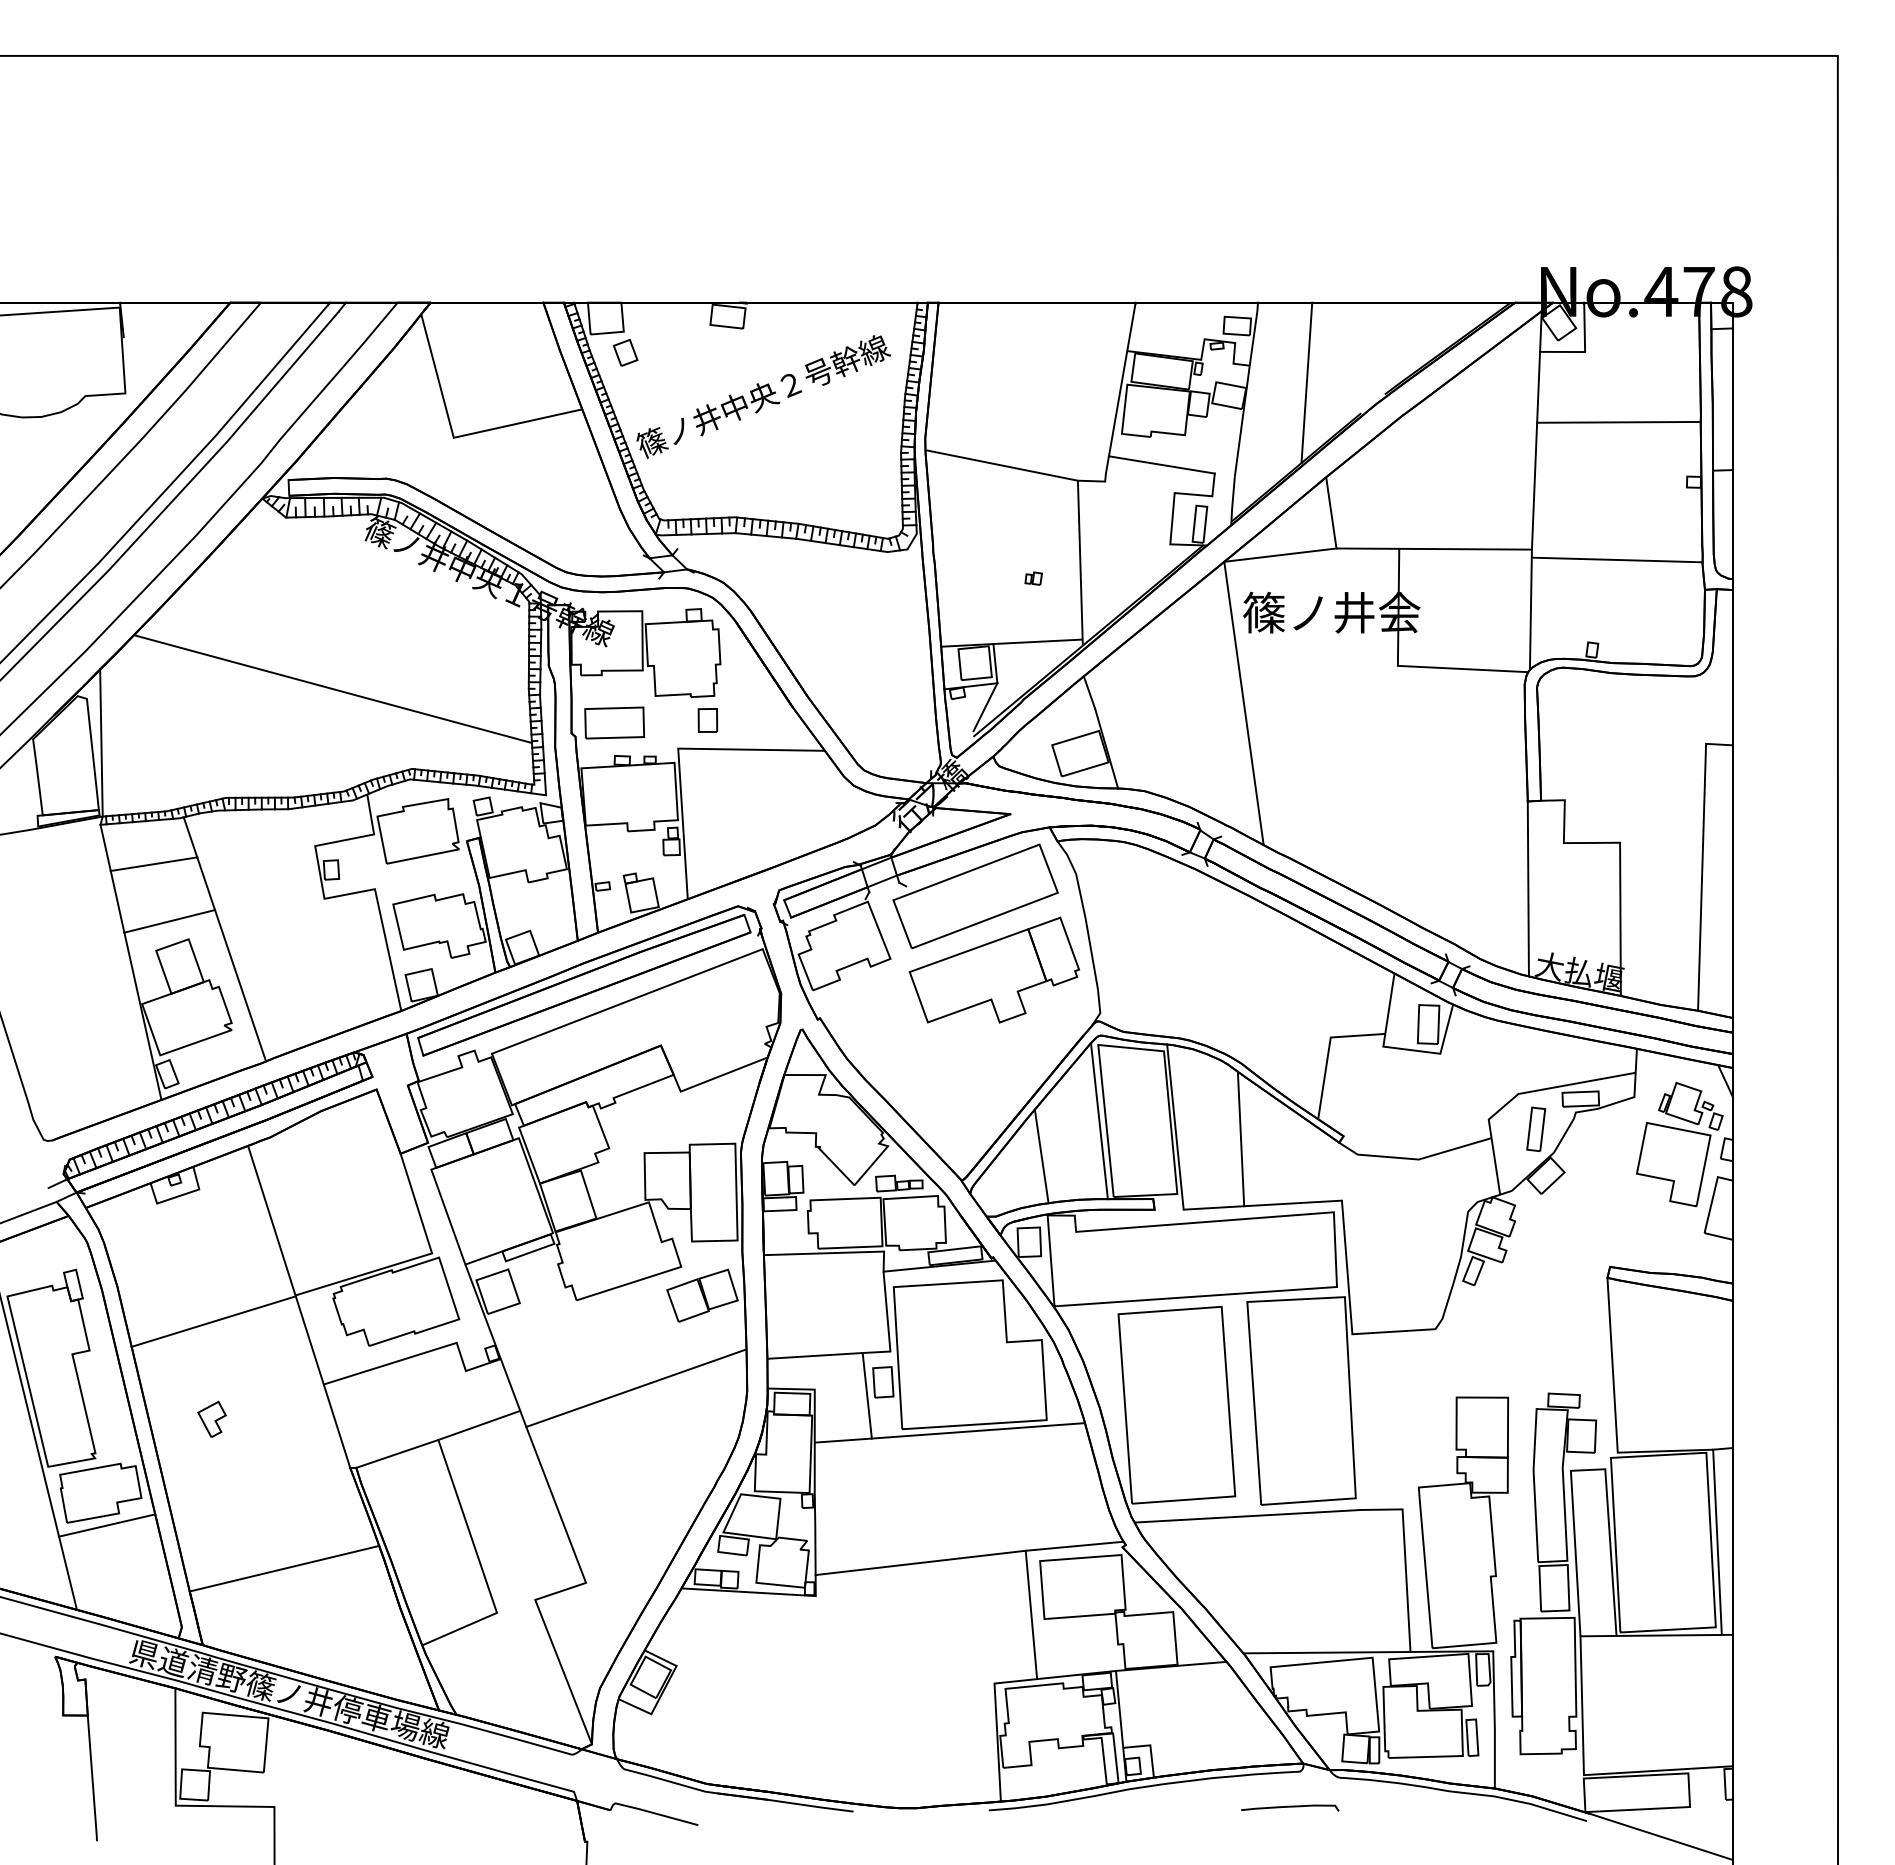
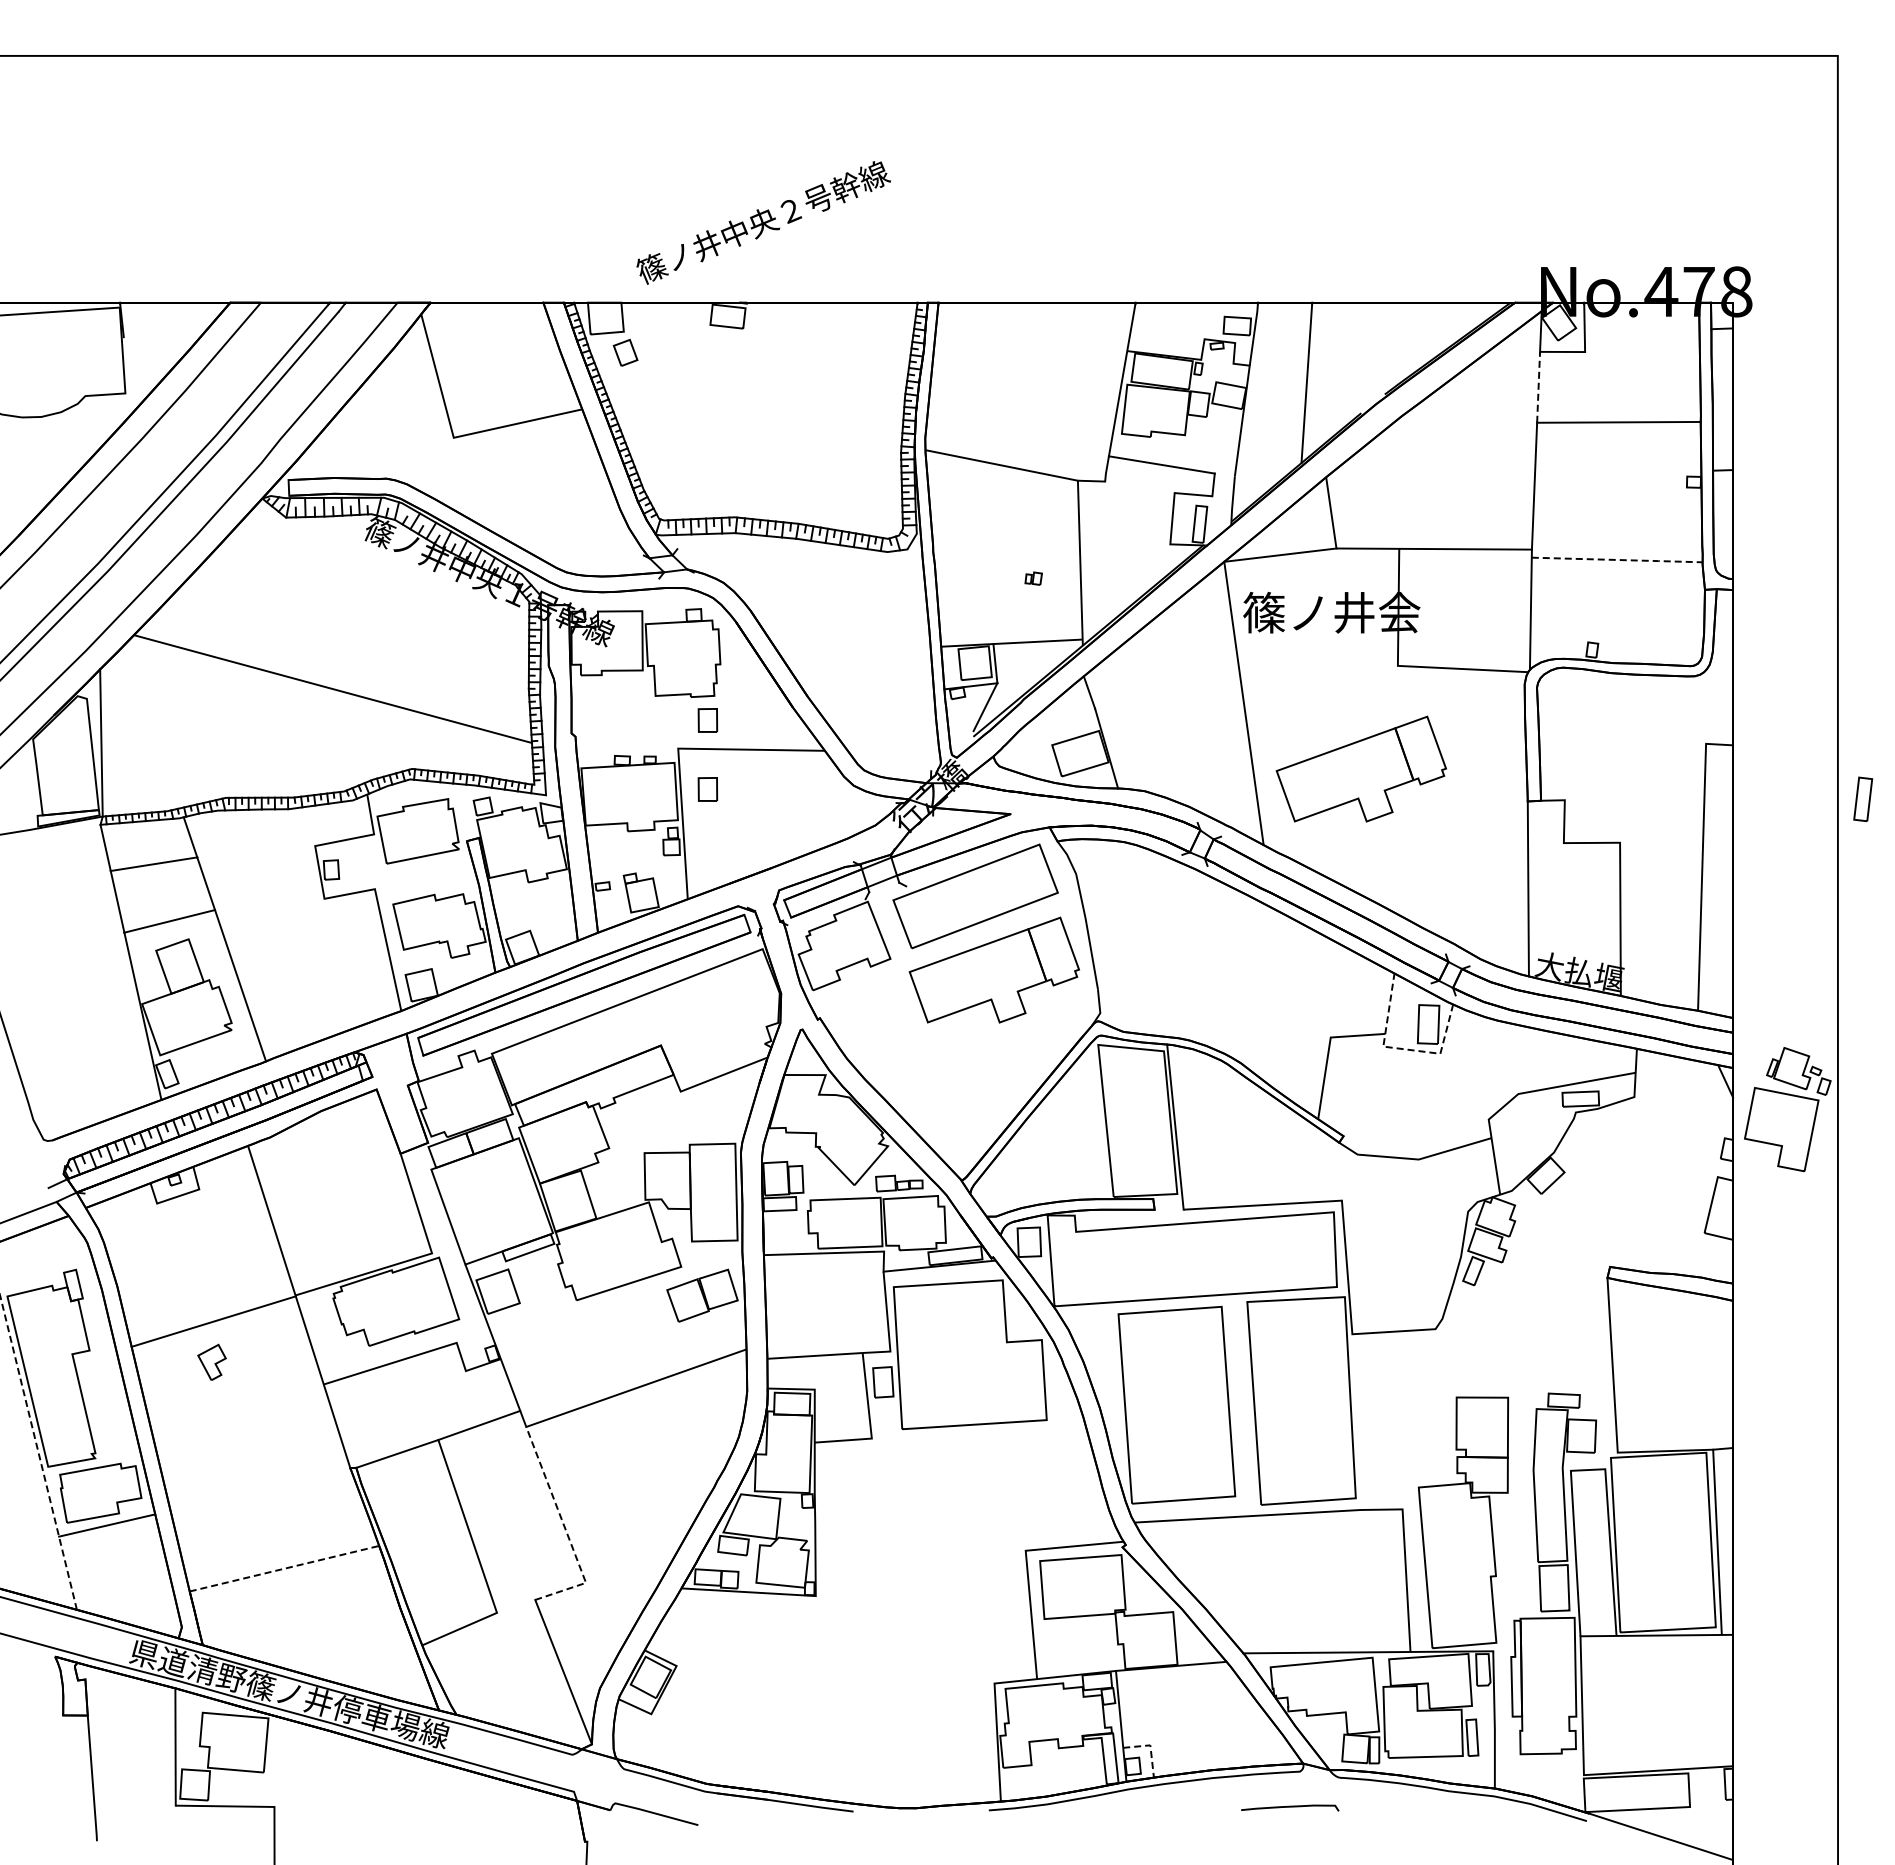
line at (1538, 386): solid -> dashed
text at (763, 396) position: (763, 396) -> (763, 222)
line at (1618, 560): solid -> dashed
part at (614, 722): present -> none
part at (1360, 768): none -> present
part at (707, 789): none -> present
line at (1400, 1048): solid -> dashed
line at (1098, 1121): present -> none
part at (1536, 1129) position: (1536, 1129) -> (1863, 799)
line at (1240, 1138): present -> none
part at (1679, 1144) position: (1679, 1144) -> (1787, 1109)
line at (1041, 1156): present -> none
part at (211, 1418) position: (211, 1418) -> (211, 1361)
line at (977, 1430): present -> none
line at (38, 1452): solid -> dashed
line at (566, 1530): solid -> dashed
line at (920, 1562): present -> none
line at (284, 1568): solid -> dashed
line at (1150, 1747): solid -> dashed
